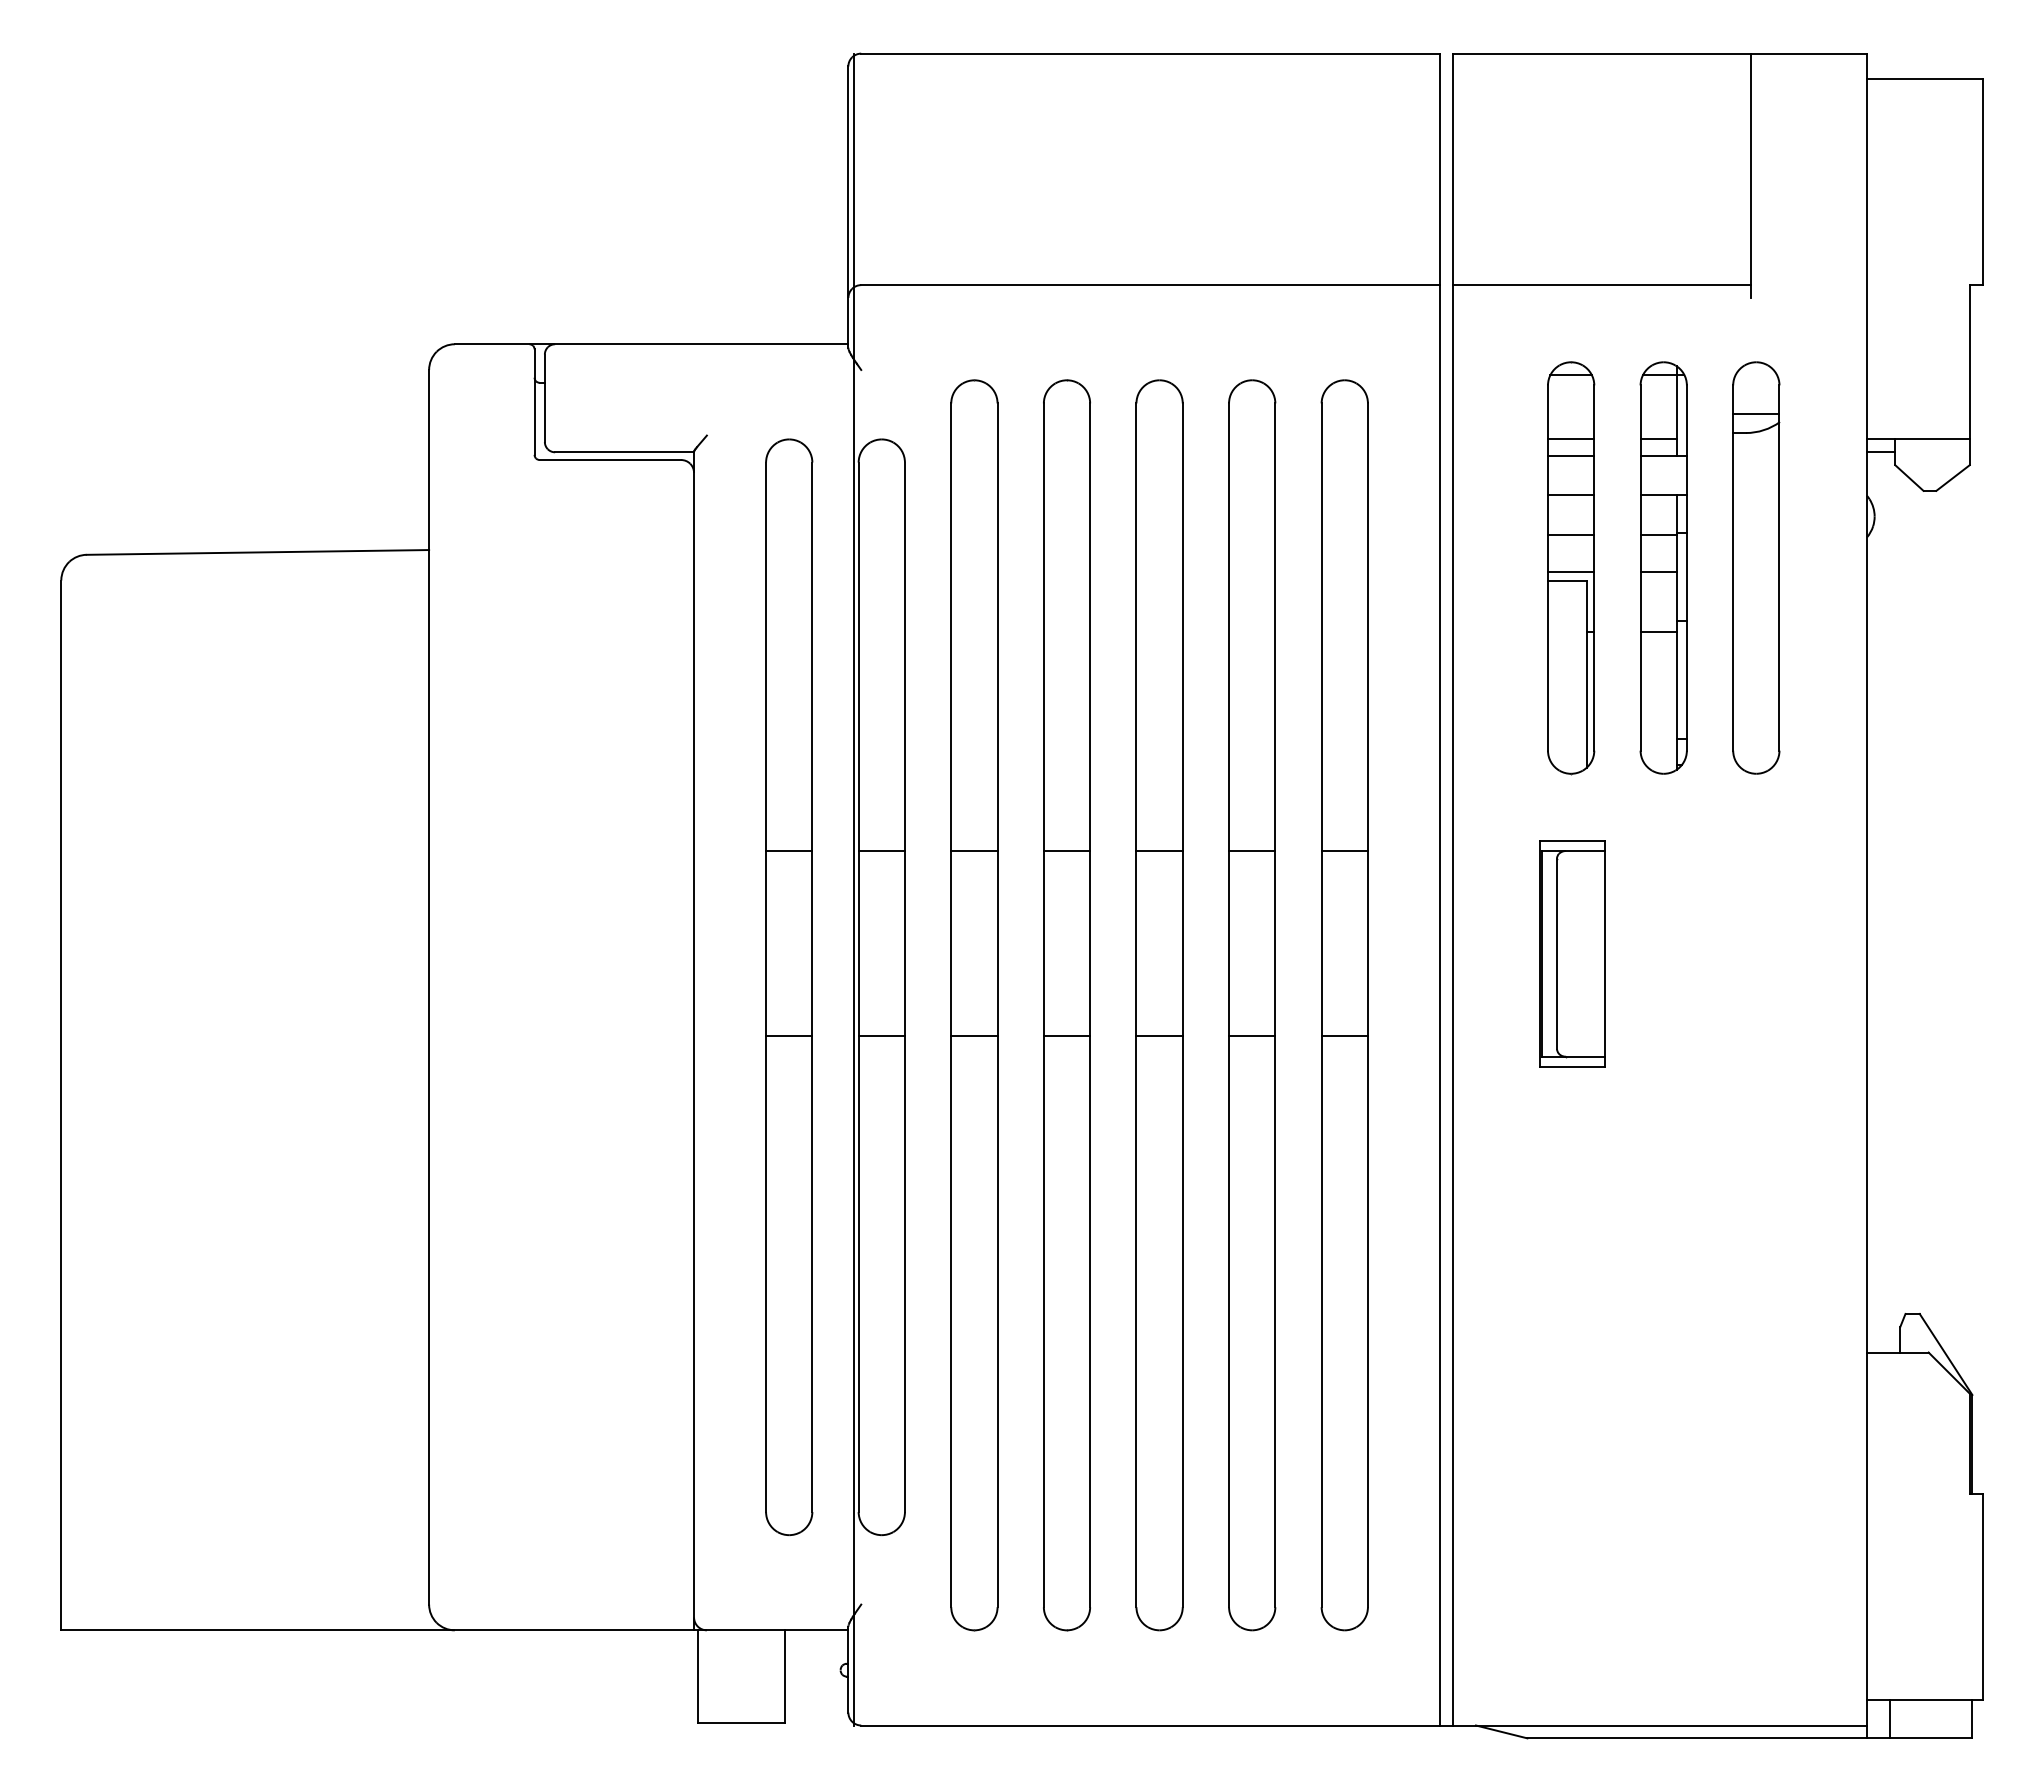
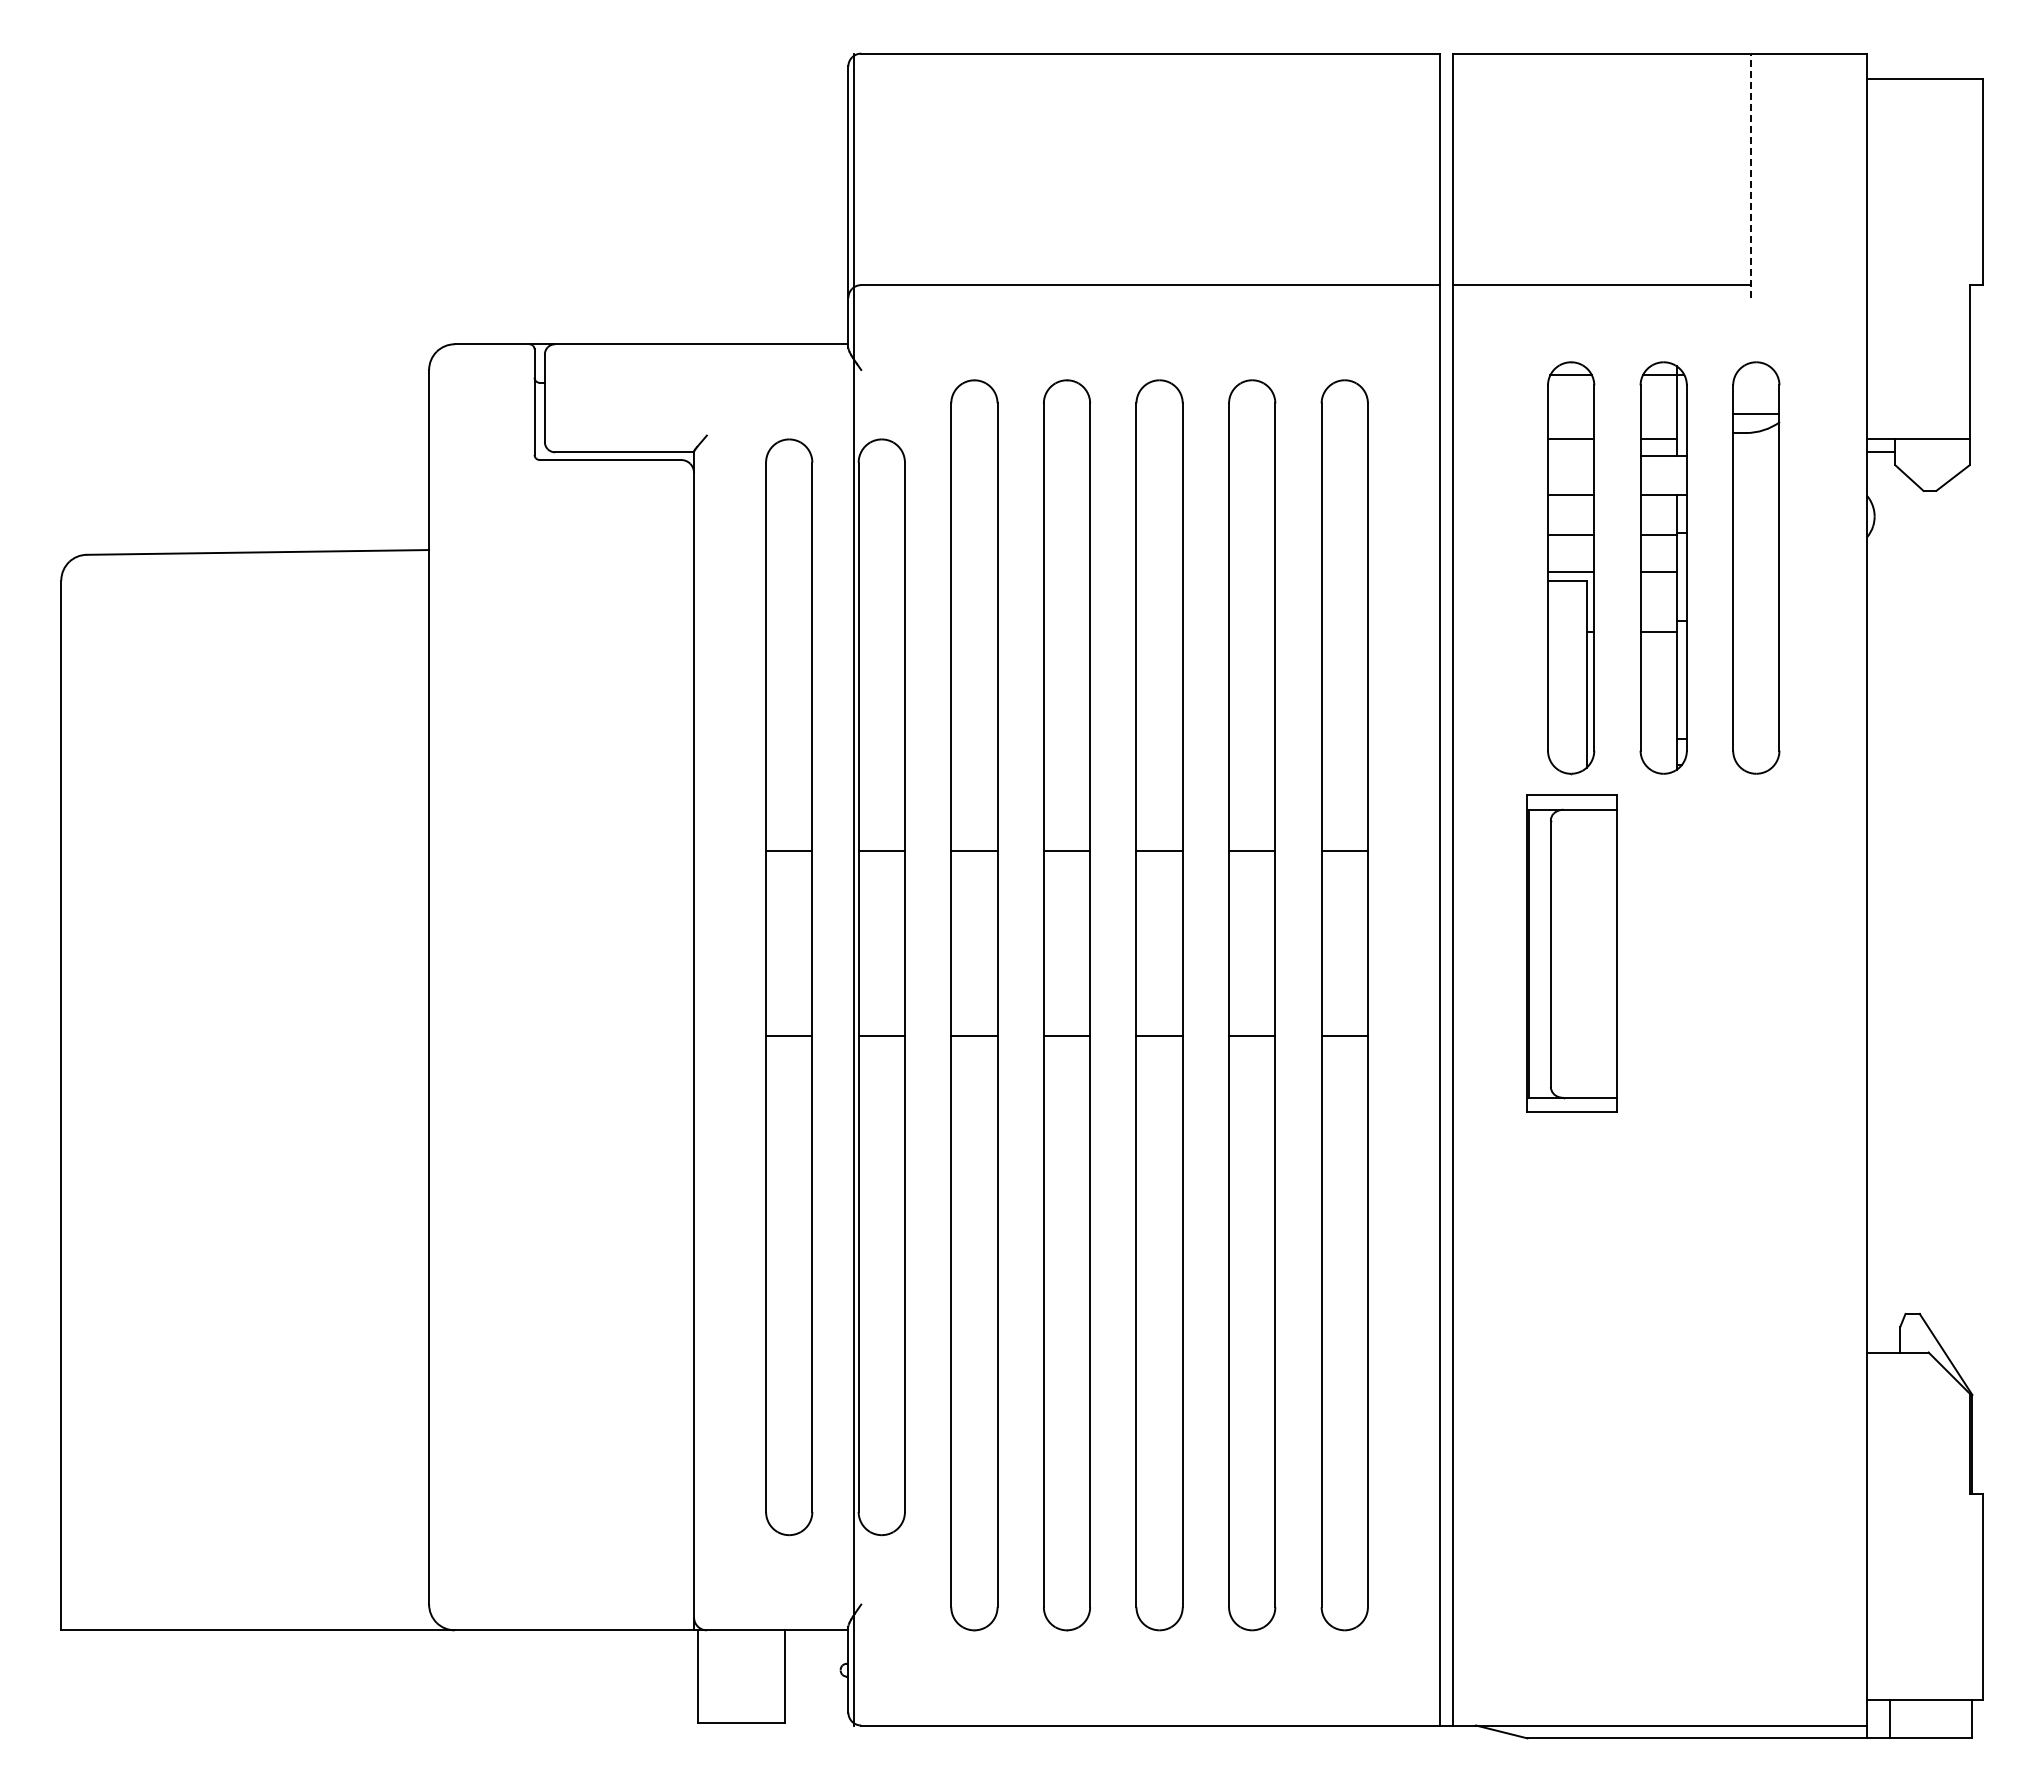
line at (1751, 175): solid -> dashed
line at (1570, 456): present -> none
part at (1572, 953) size: 67x228 px -> 92x319 px
